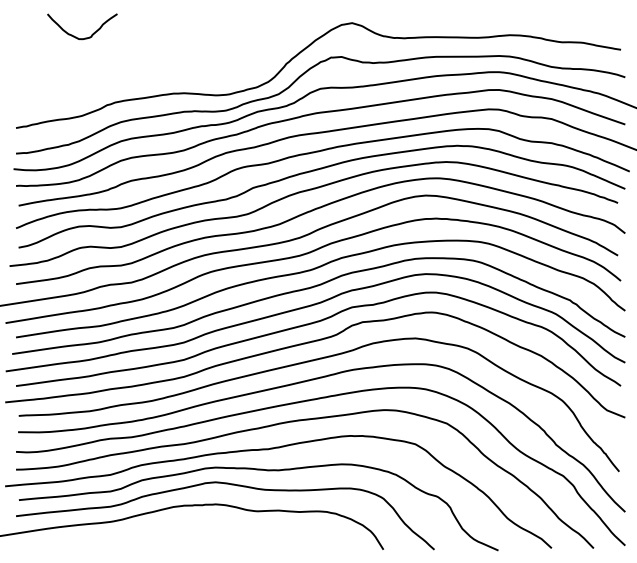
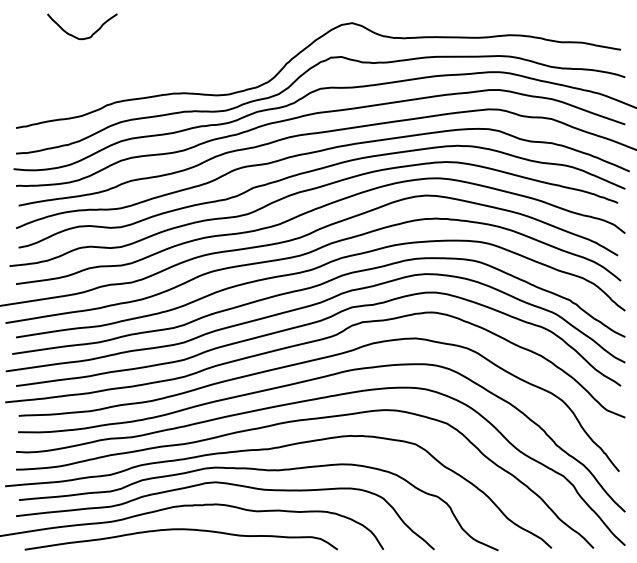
curve at (180, 530): none -> present
